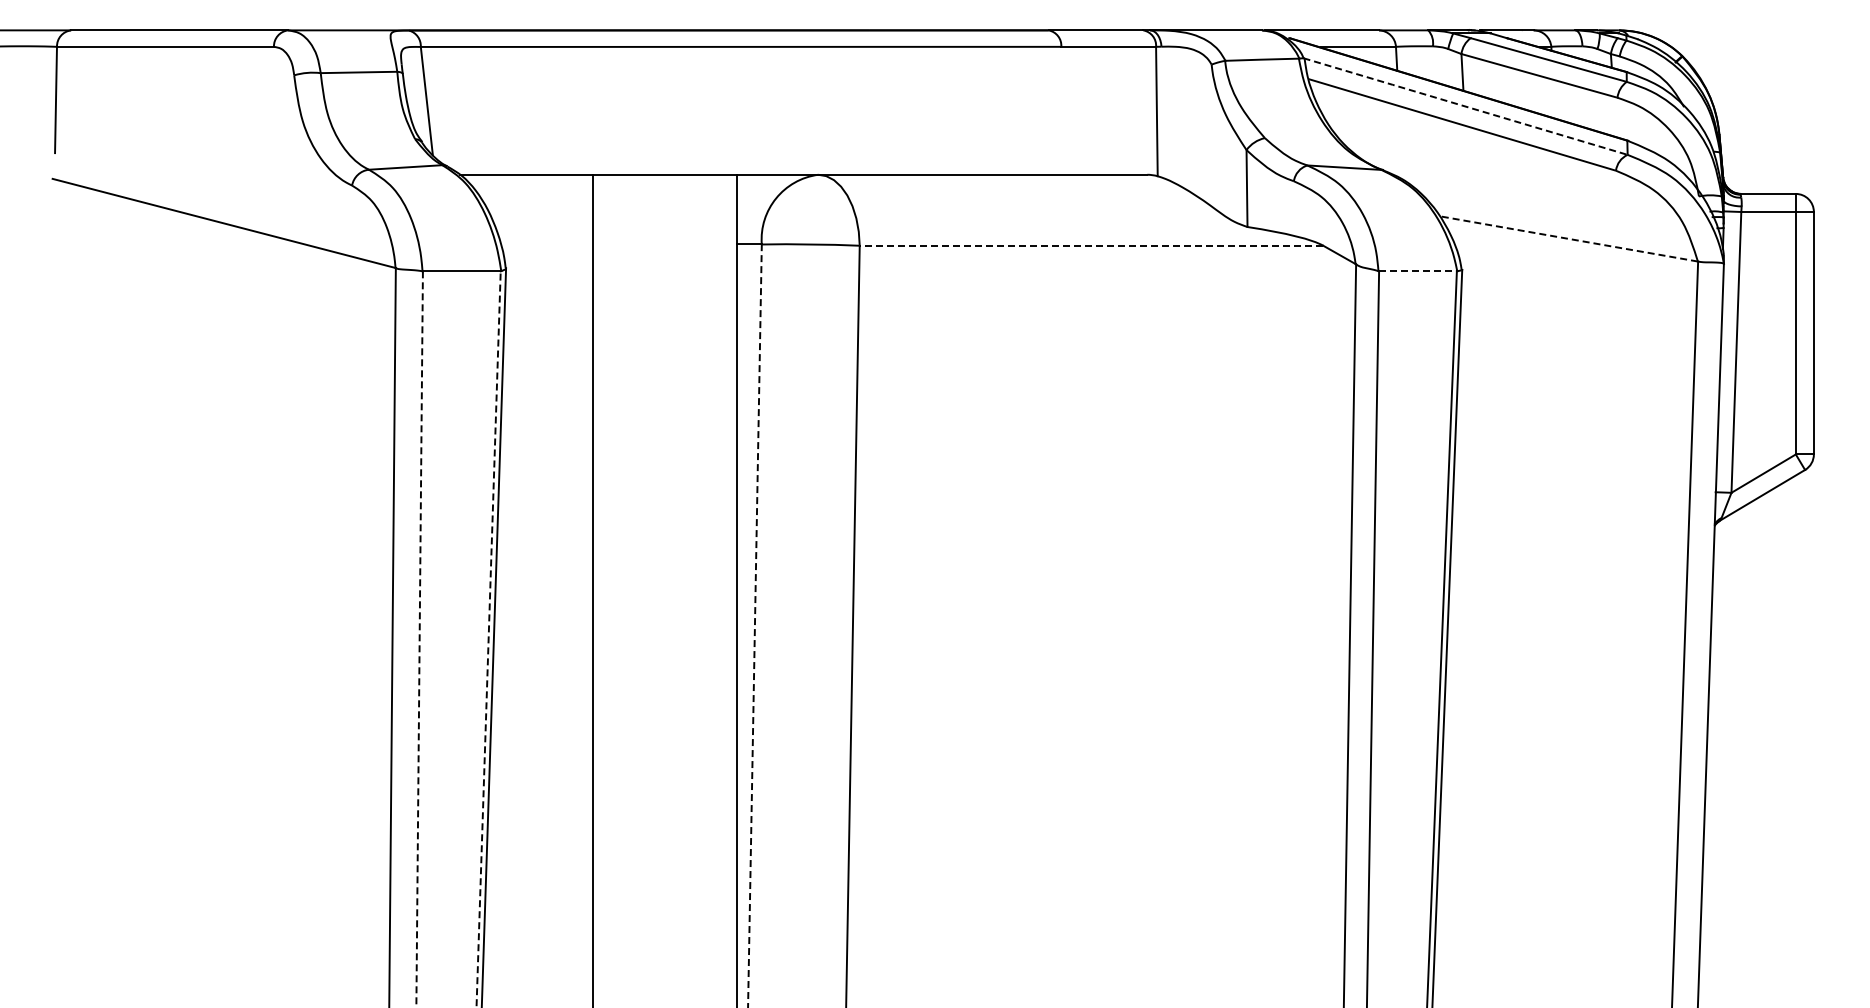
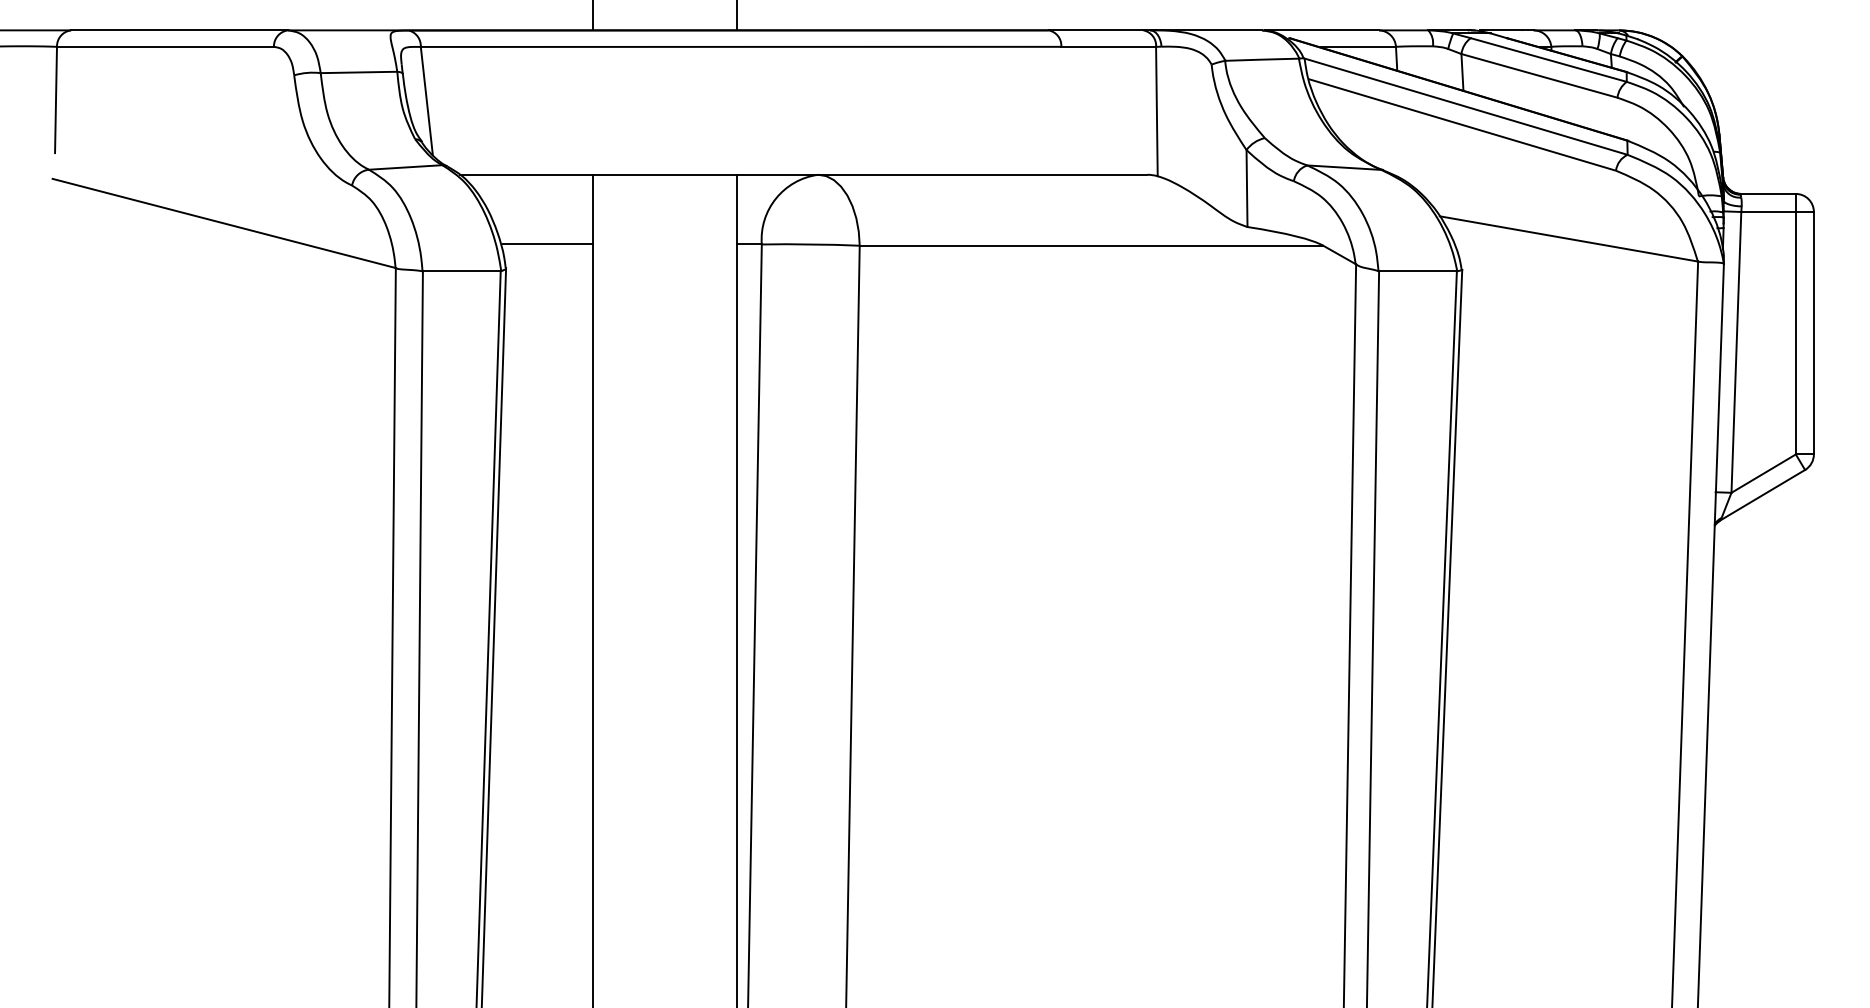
line at (592, 16): none -> present
line at (737, 16): none -> present
line at (1465, 106): dashed -> solid
line at (1568, 238): dashed -> solid
line at (547, 244): none -> present
line at (1091, 245): dashed -> solid
line at (1417, 271): dashed -> solid
line at (754, 626): dashed -> solid
line at (488, 638): dashed -> solid
line at (419, 639): dashed -> solid
